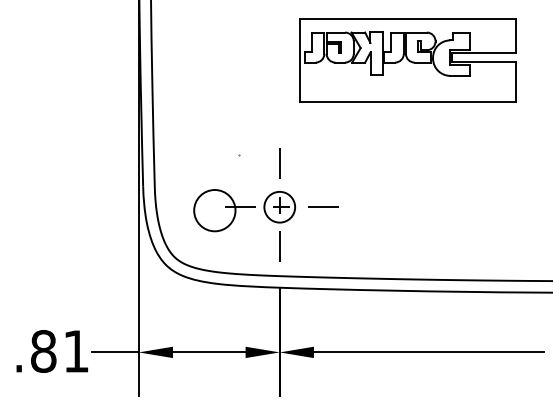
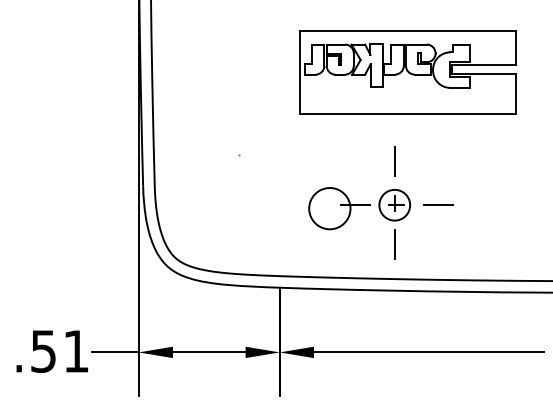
part at (407, 60) position: (407, 60) -> (407, 72)
part at (265, 204) position: (265, 204) -> (380, 202)
text at (43, 350): .81 -> .51
